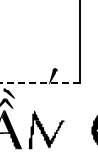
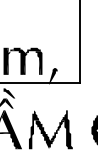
part at (22, 60): none -> present
line at (39, 83): dashed -> solid
fill at (66, 129): none -> present
